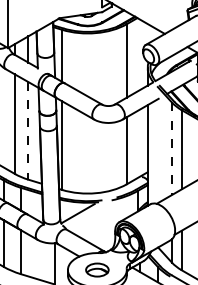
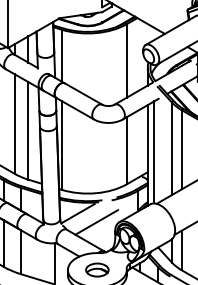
line at (28, 130): dashed -> solid
line at (171, 149): dashed -> solid
line at (154, 152): none -> present
line at (96, 222): none -> present
